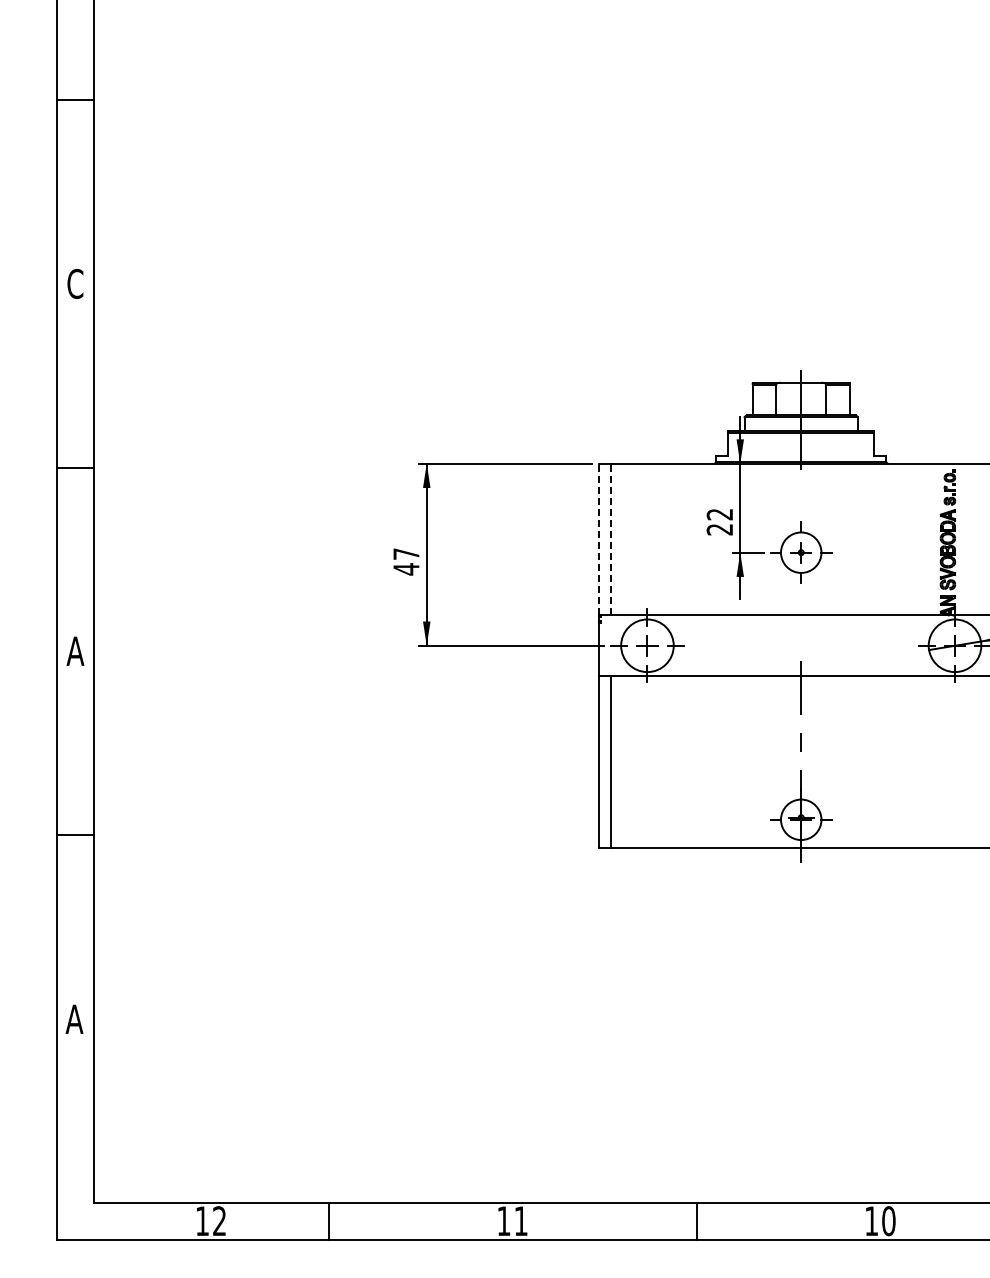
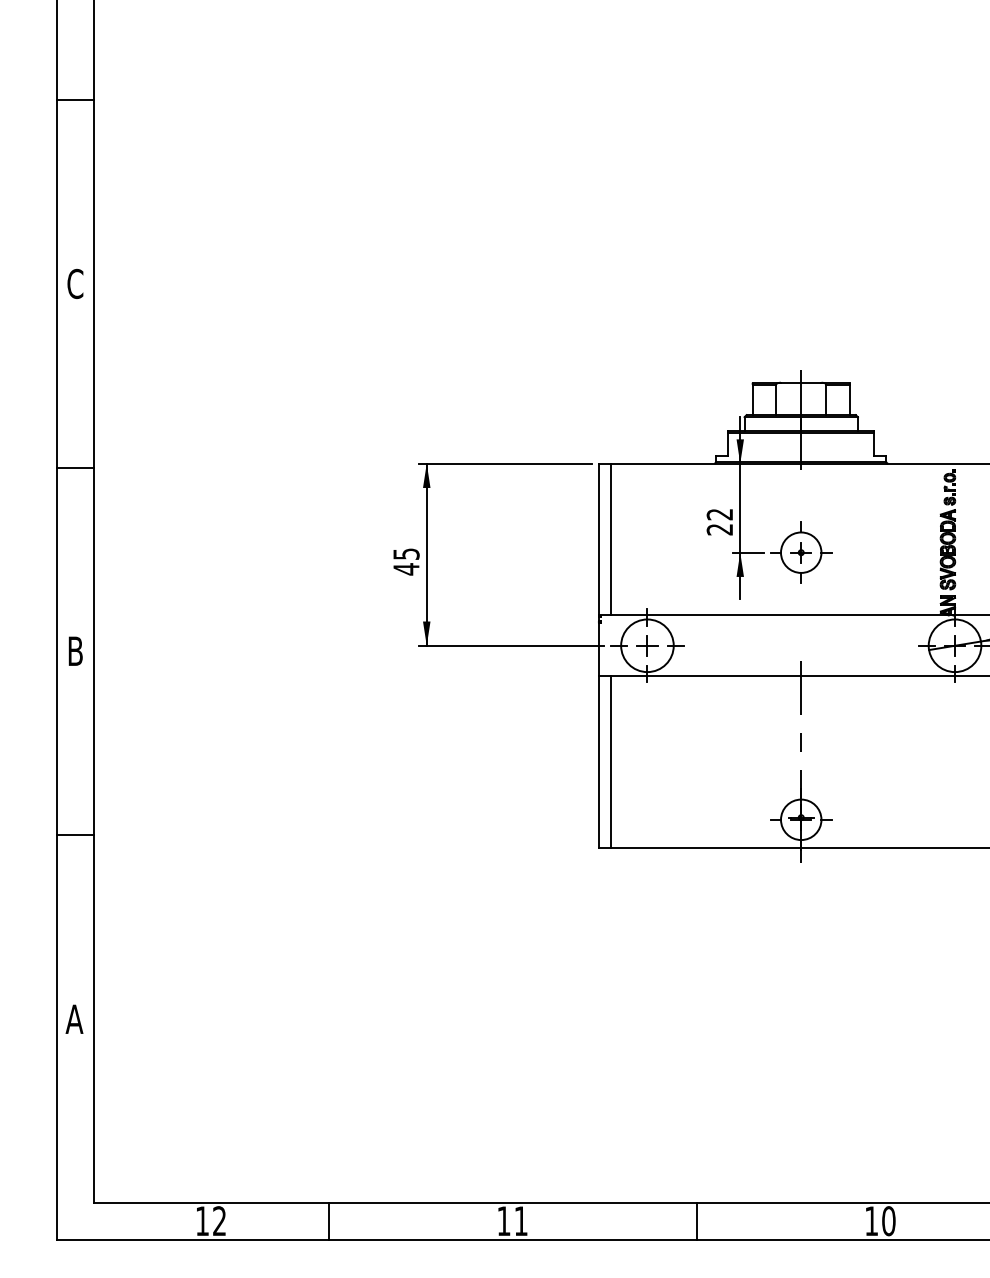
line at (598, 539): dashed -> solid
line at (611, 539): dashed -> solid
text at (406, 553): 47 -> 45
text at (75, 650): A -> B
